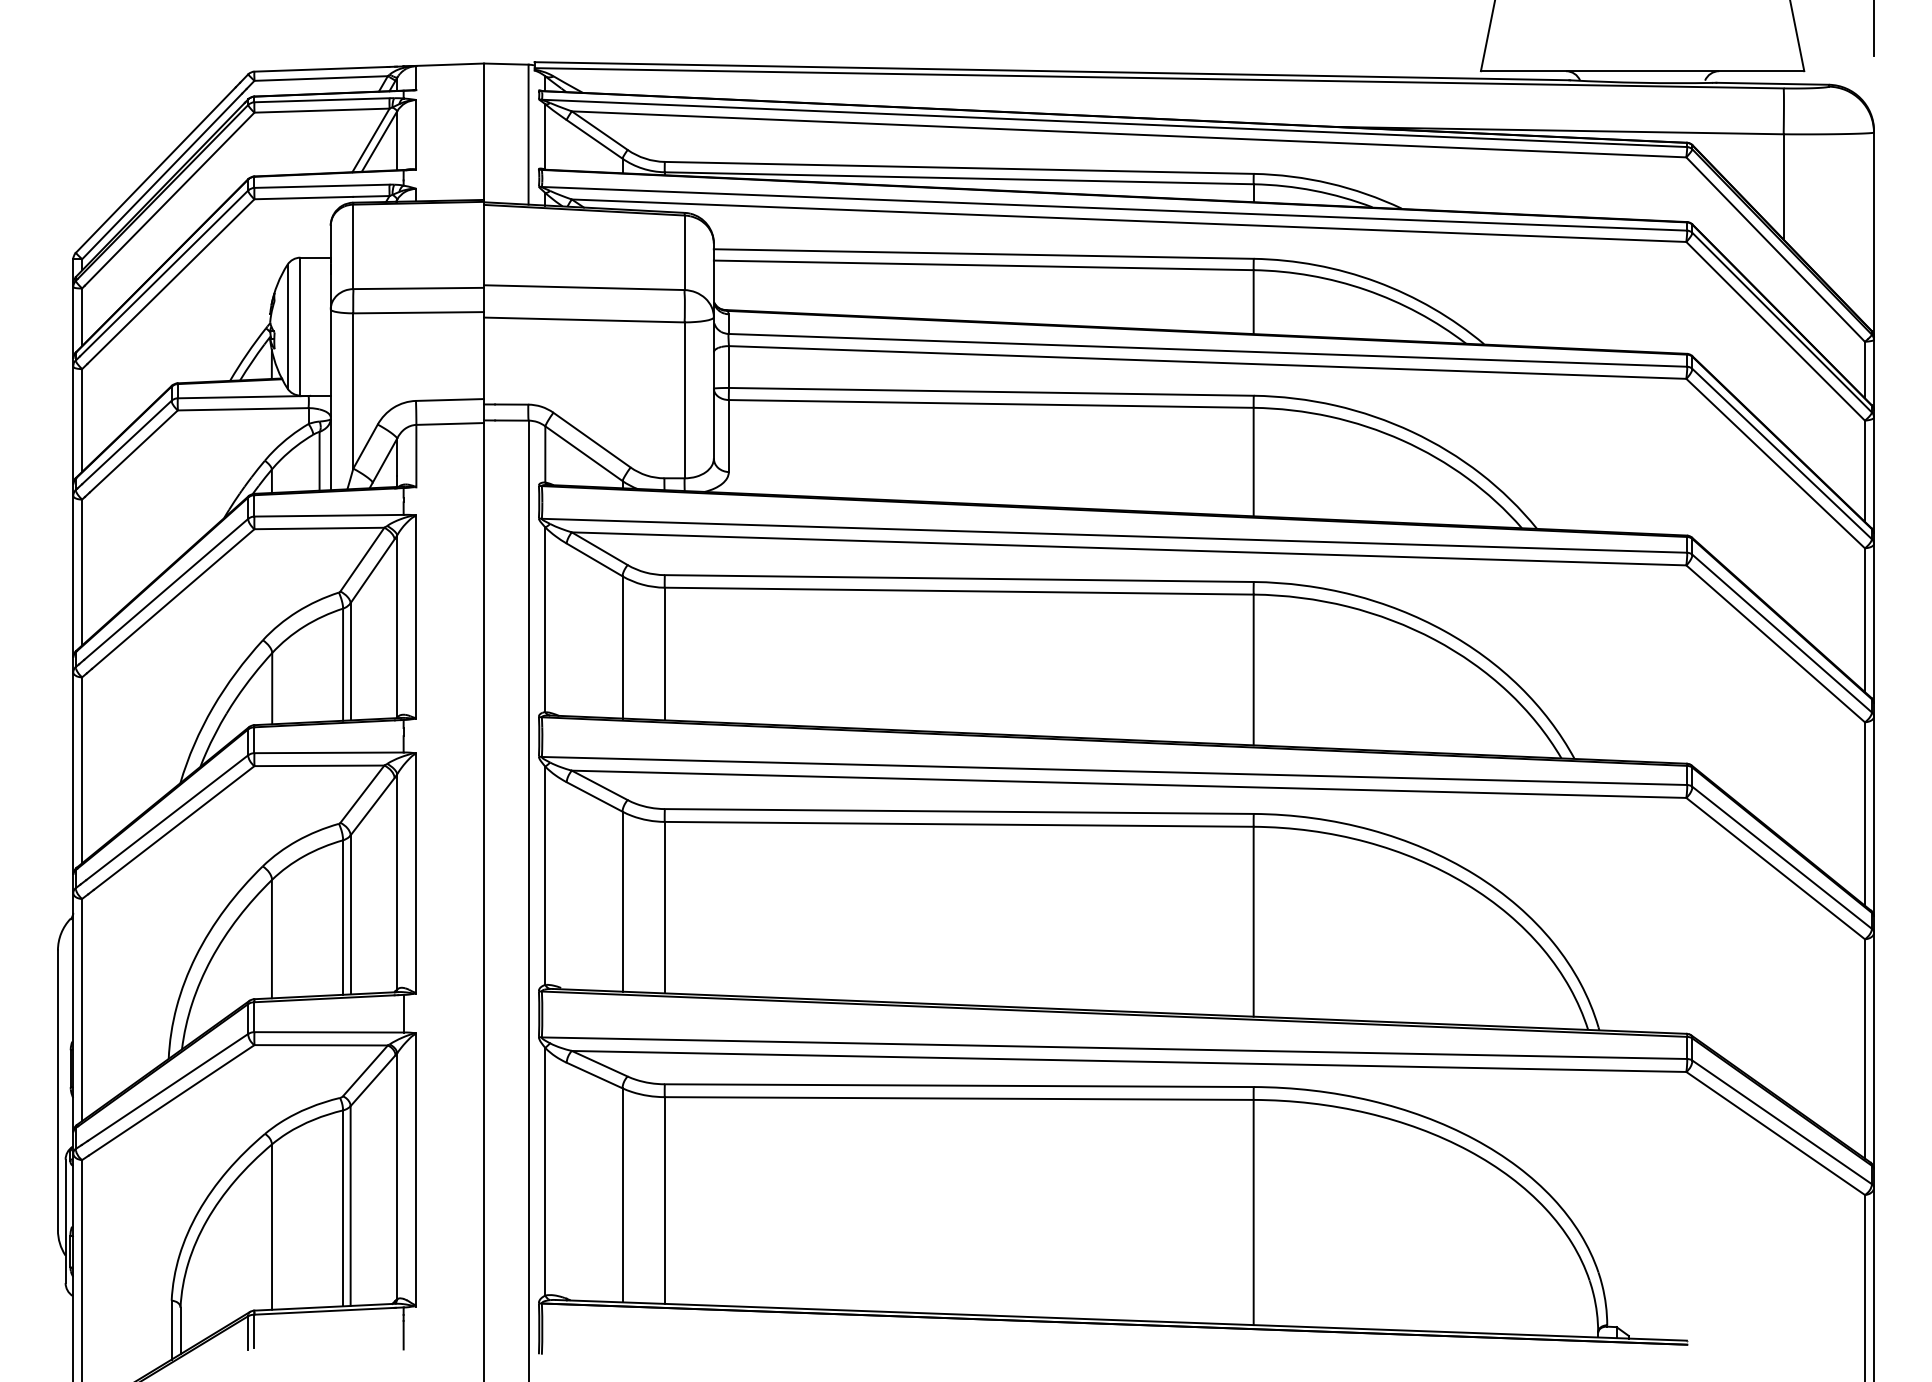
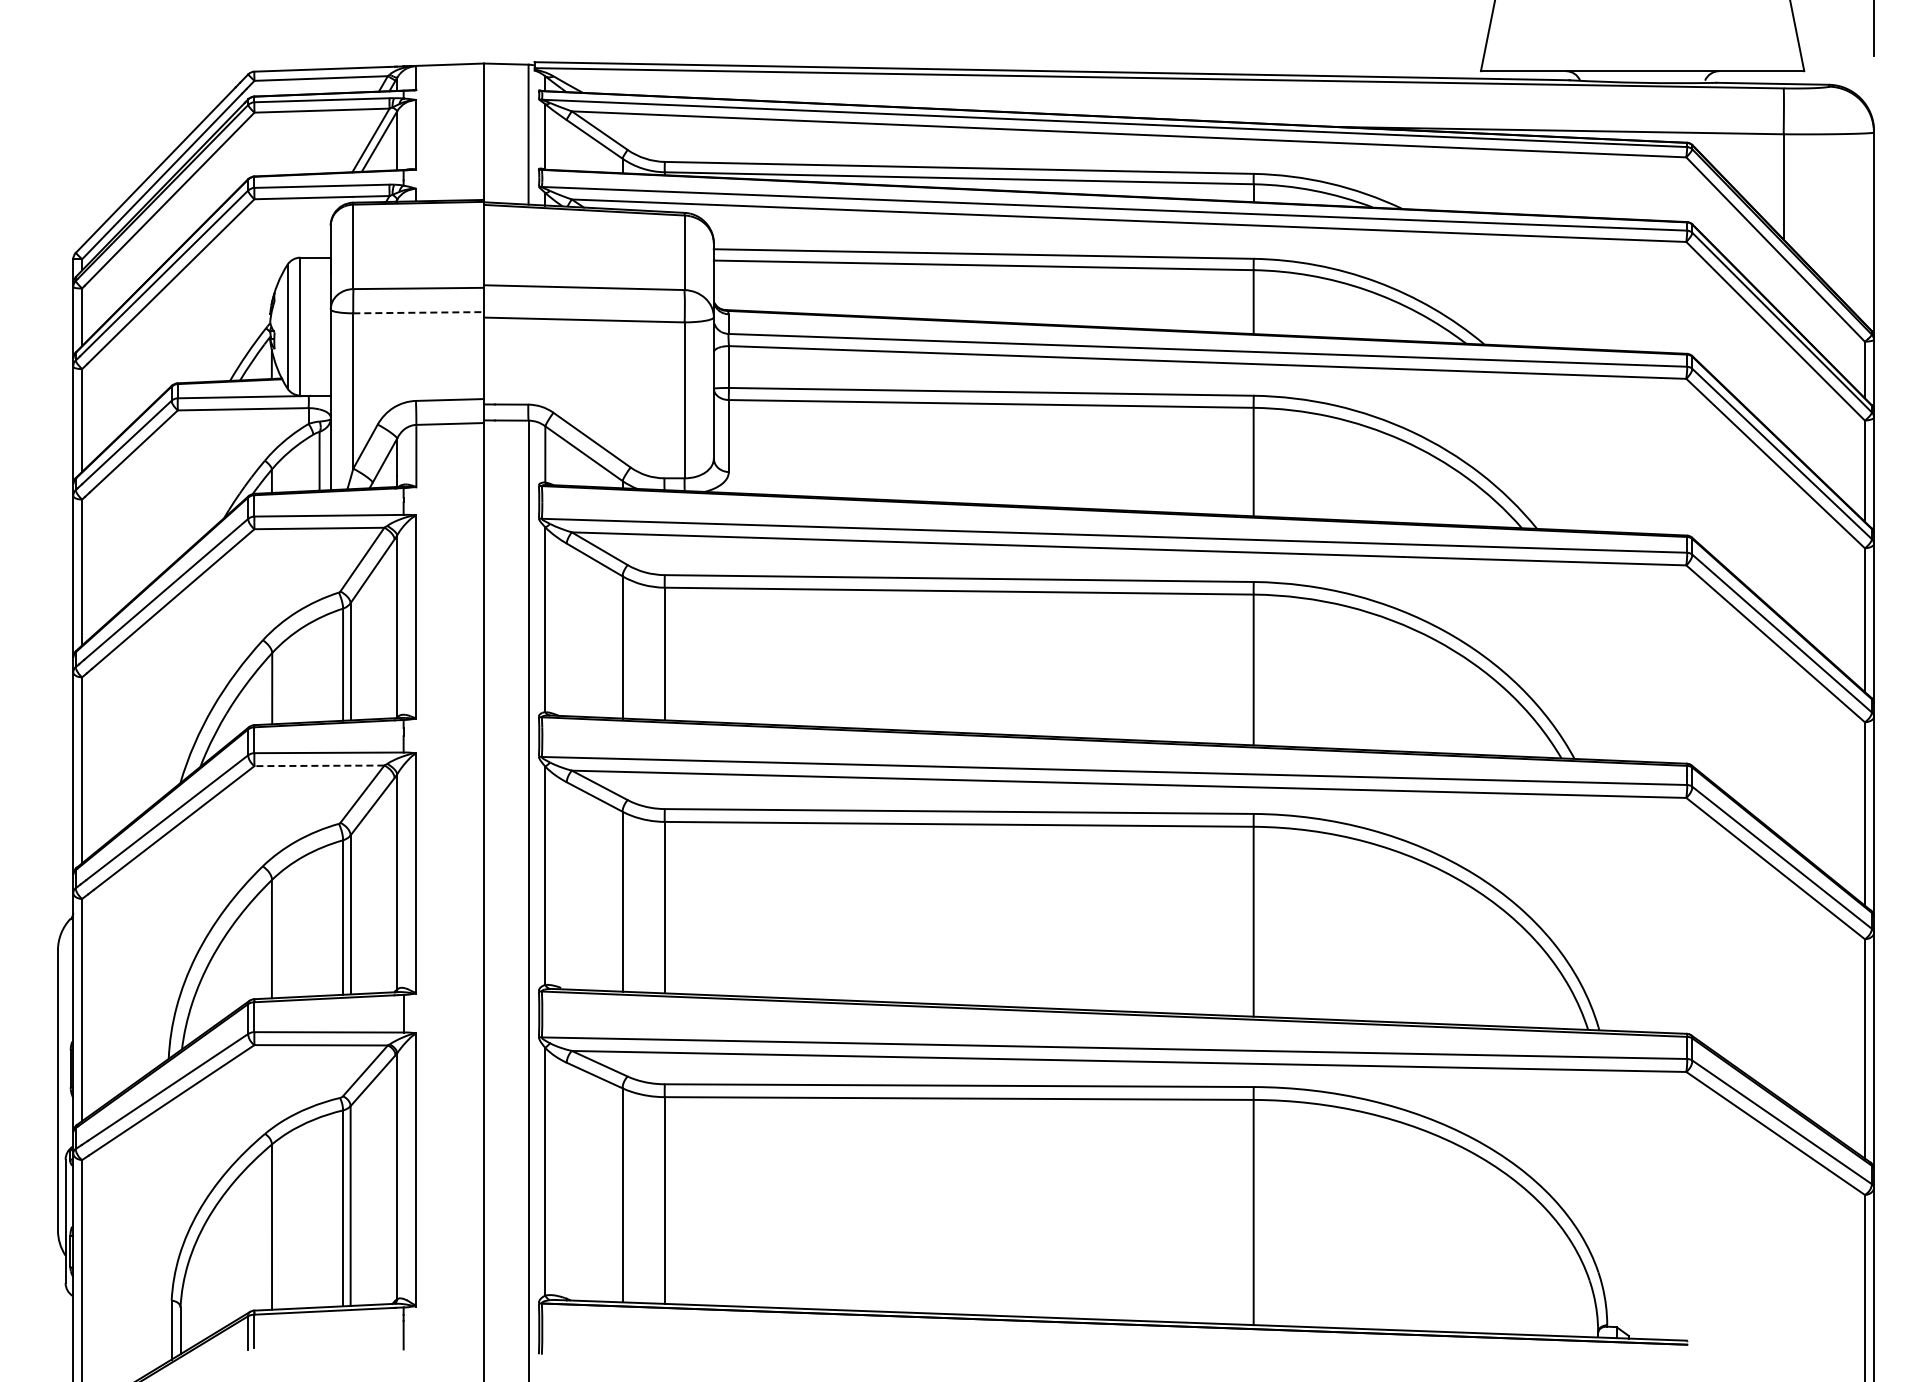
line at (419, 312): solid -> dashed
line at (319, 765): solid -> dashed
